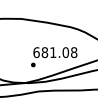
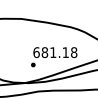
text at (65, 52): 681.08 -> 681.18
